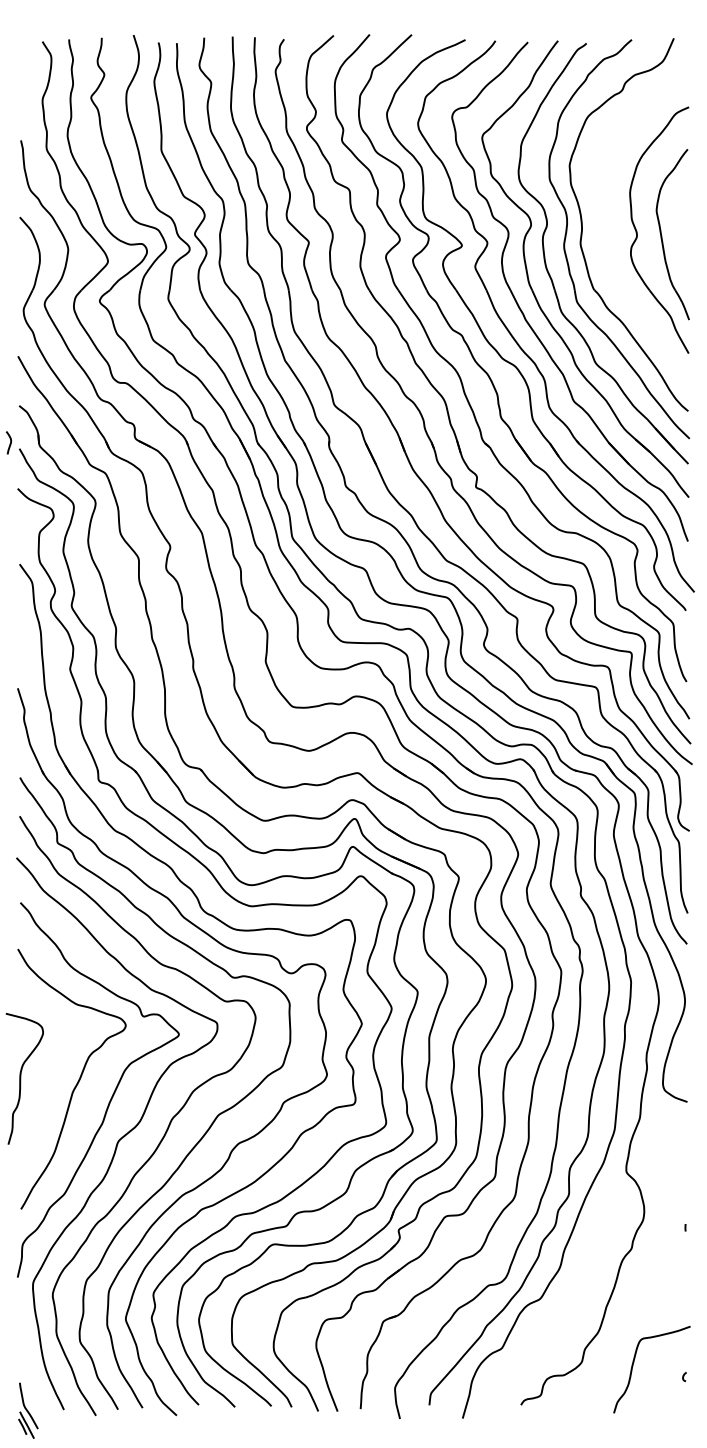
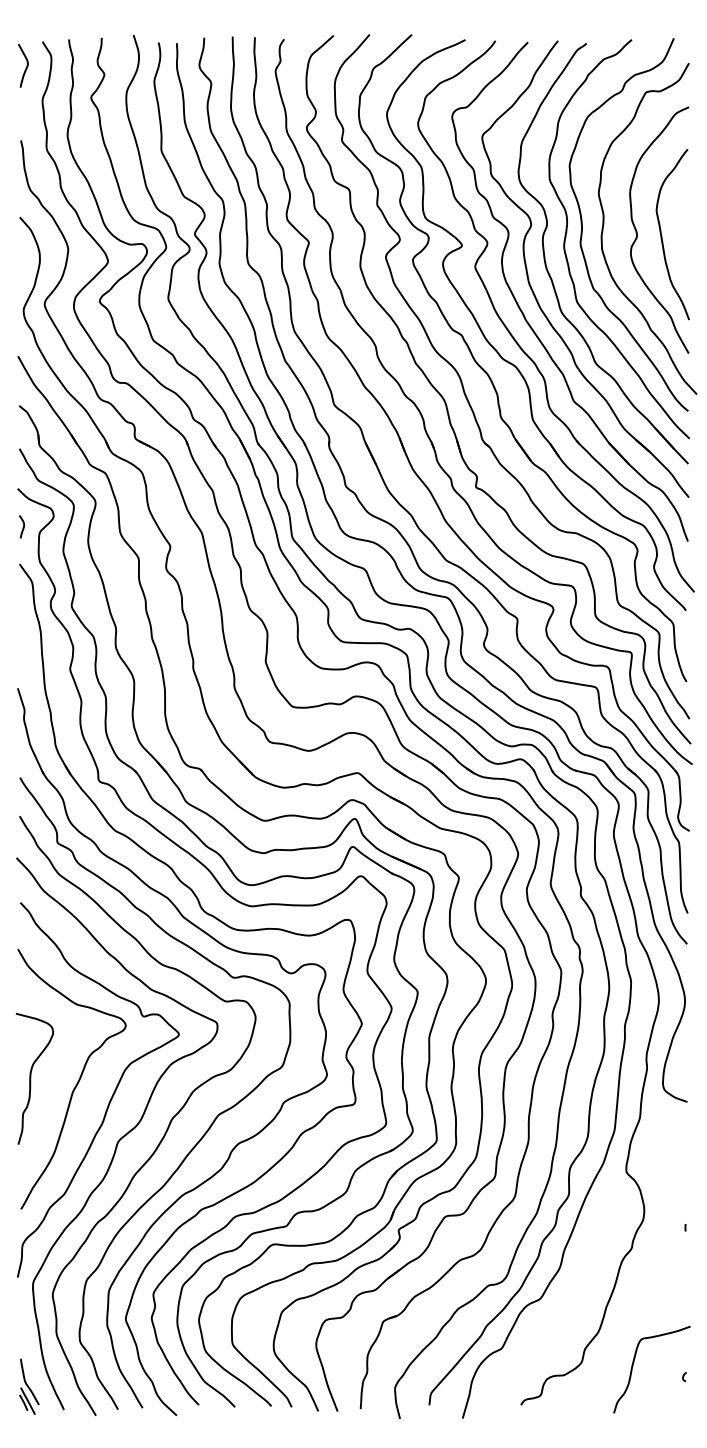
curve at (26, 65): none -> present
part at (604, 224): none -> present
curve at (9, 443) position: (9, 443) -> (22, 527)
curve at (21, 1078) position: (21, 1078) -> (31, 1078)
part at (28, 1410) position: (28, 1410) -> (29, 1386)
